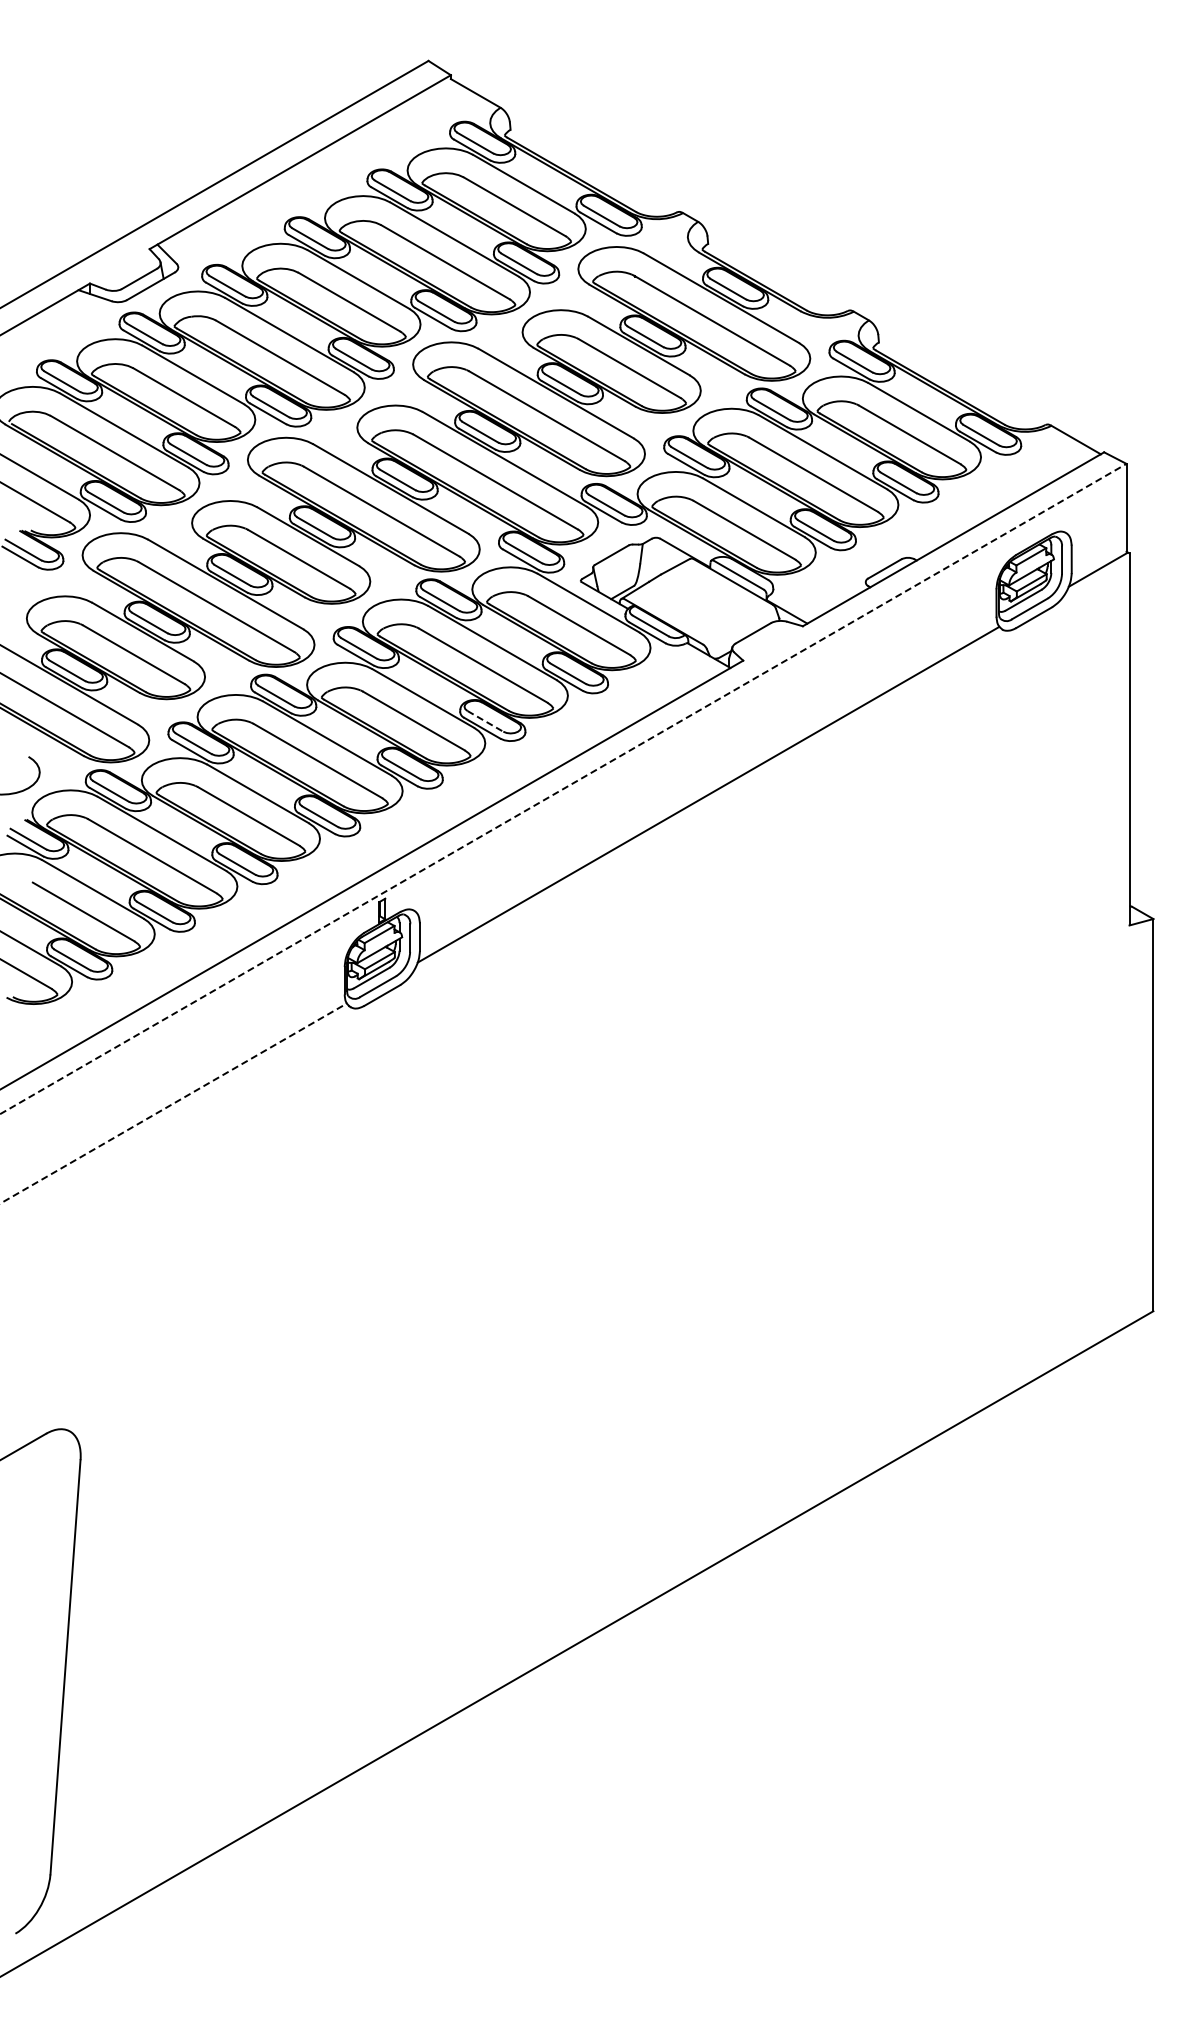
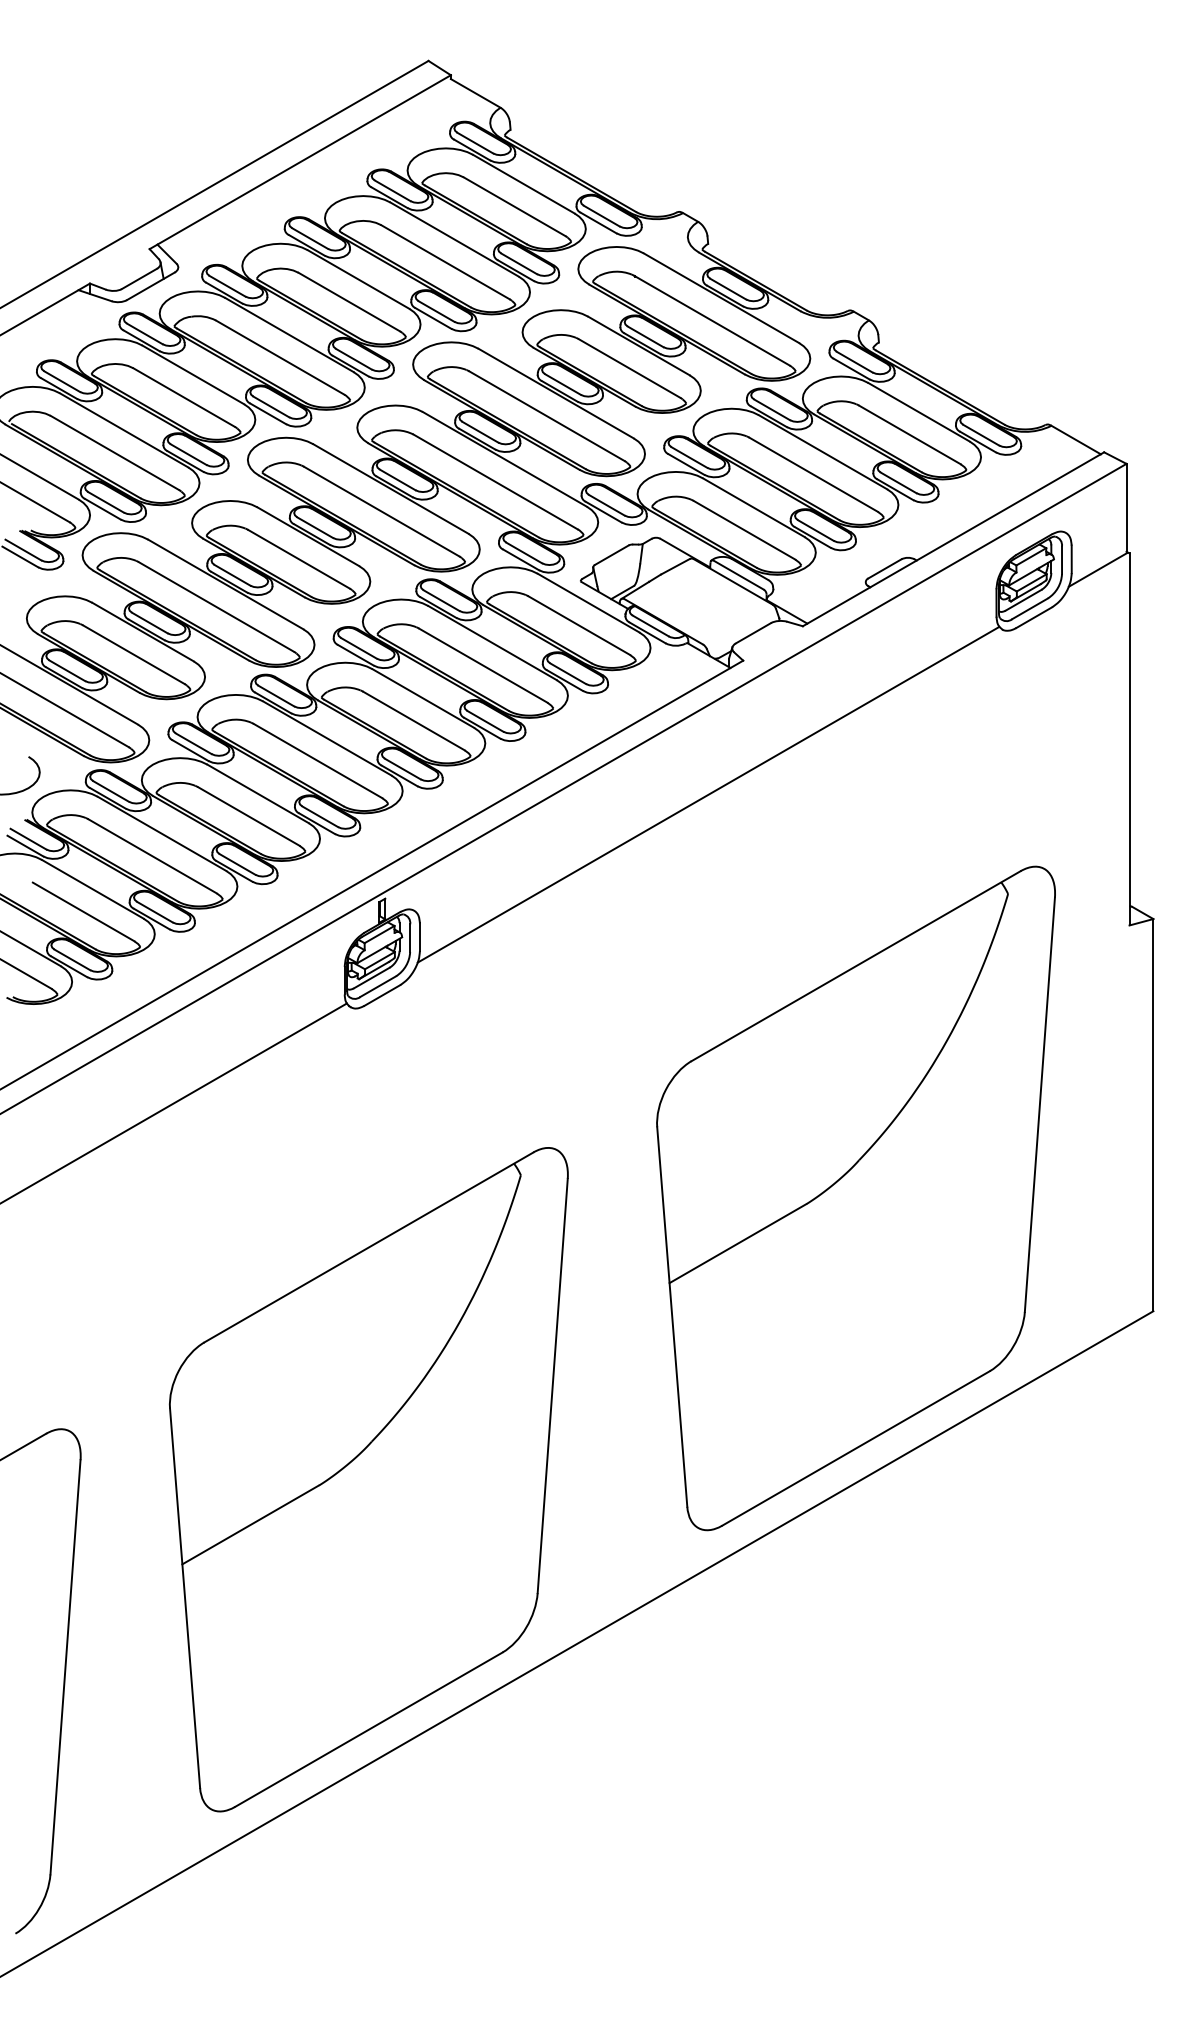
line at (485, 721): dashed -> solid
line at (563, 788): dashed -> solid
line at (173, 1103): dashed -> solid
part at (855, 1198): none -> present
part at (368, 1479): none -> present
